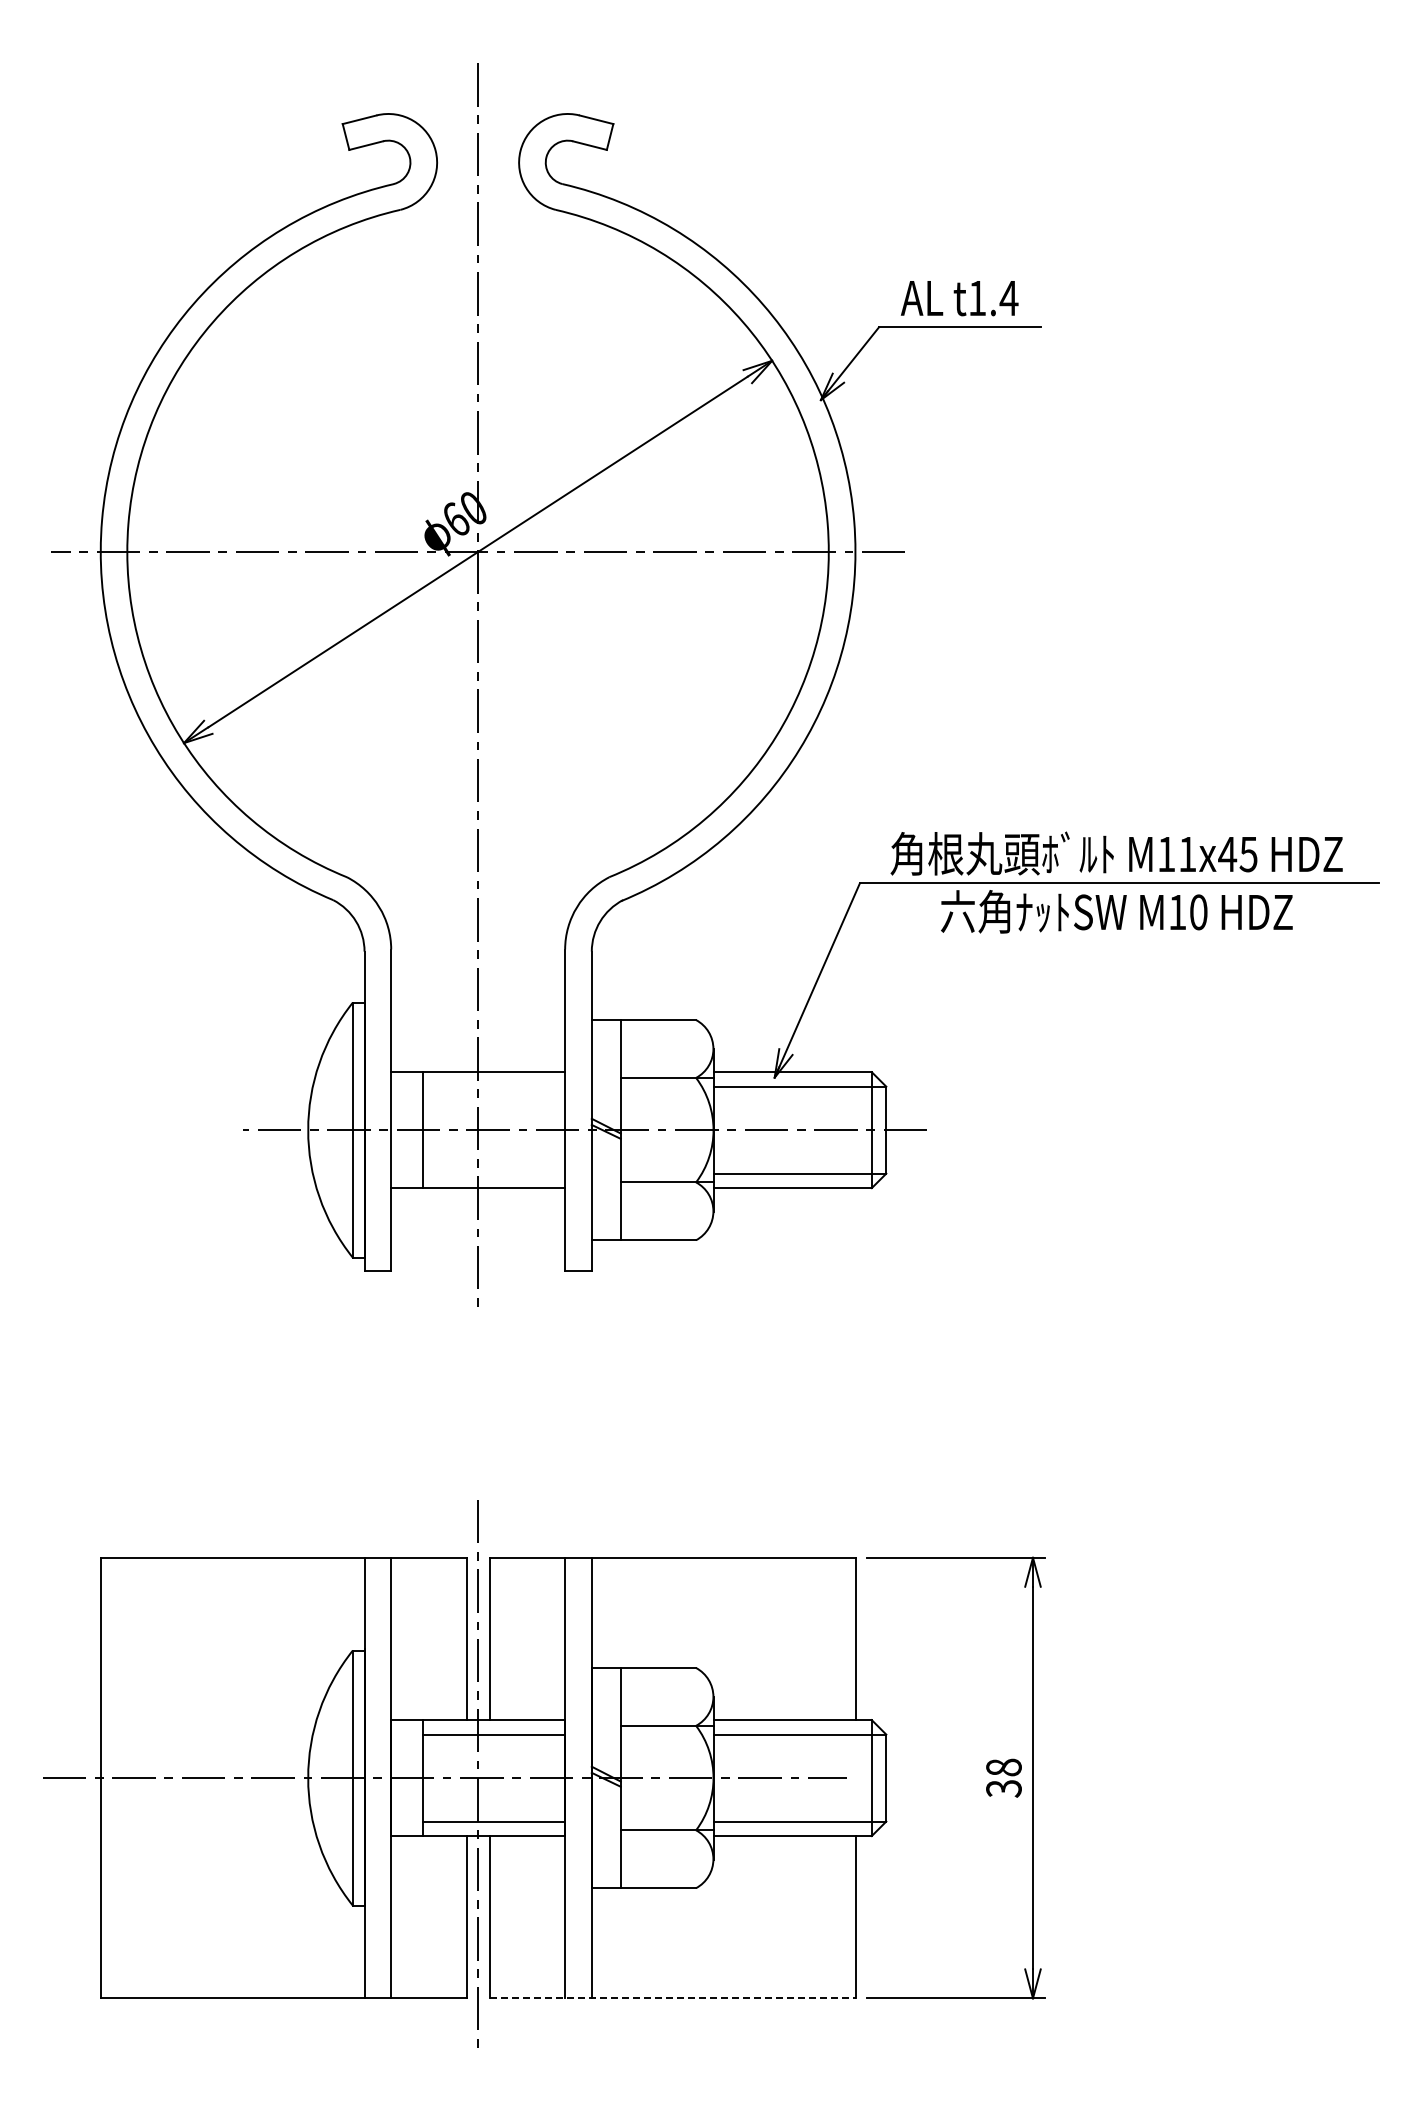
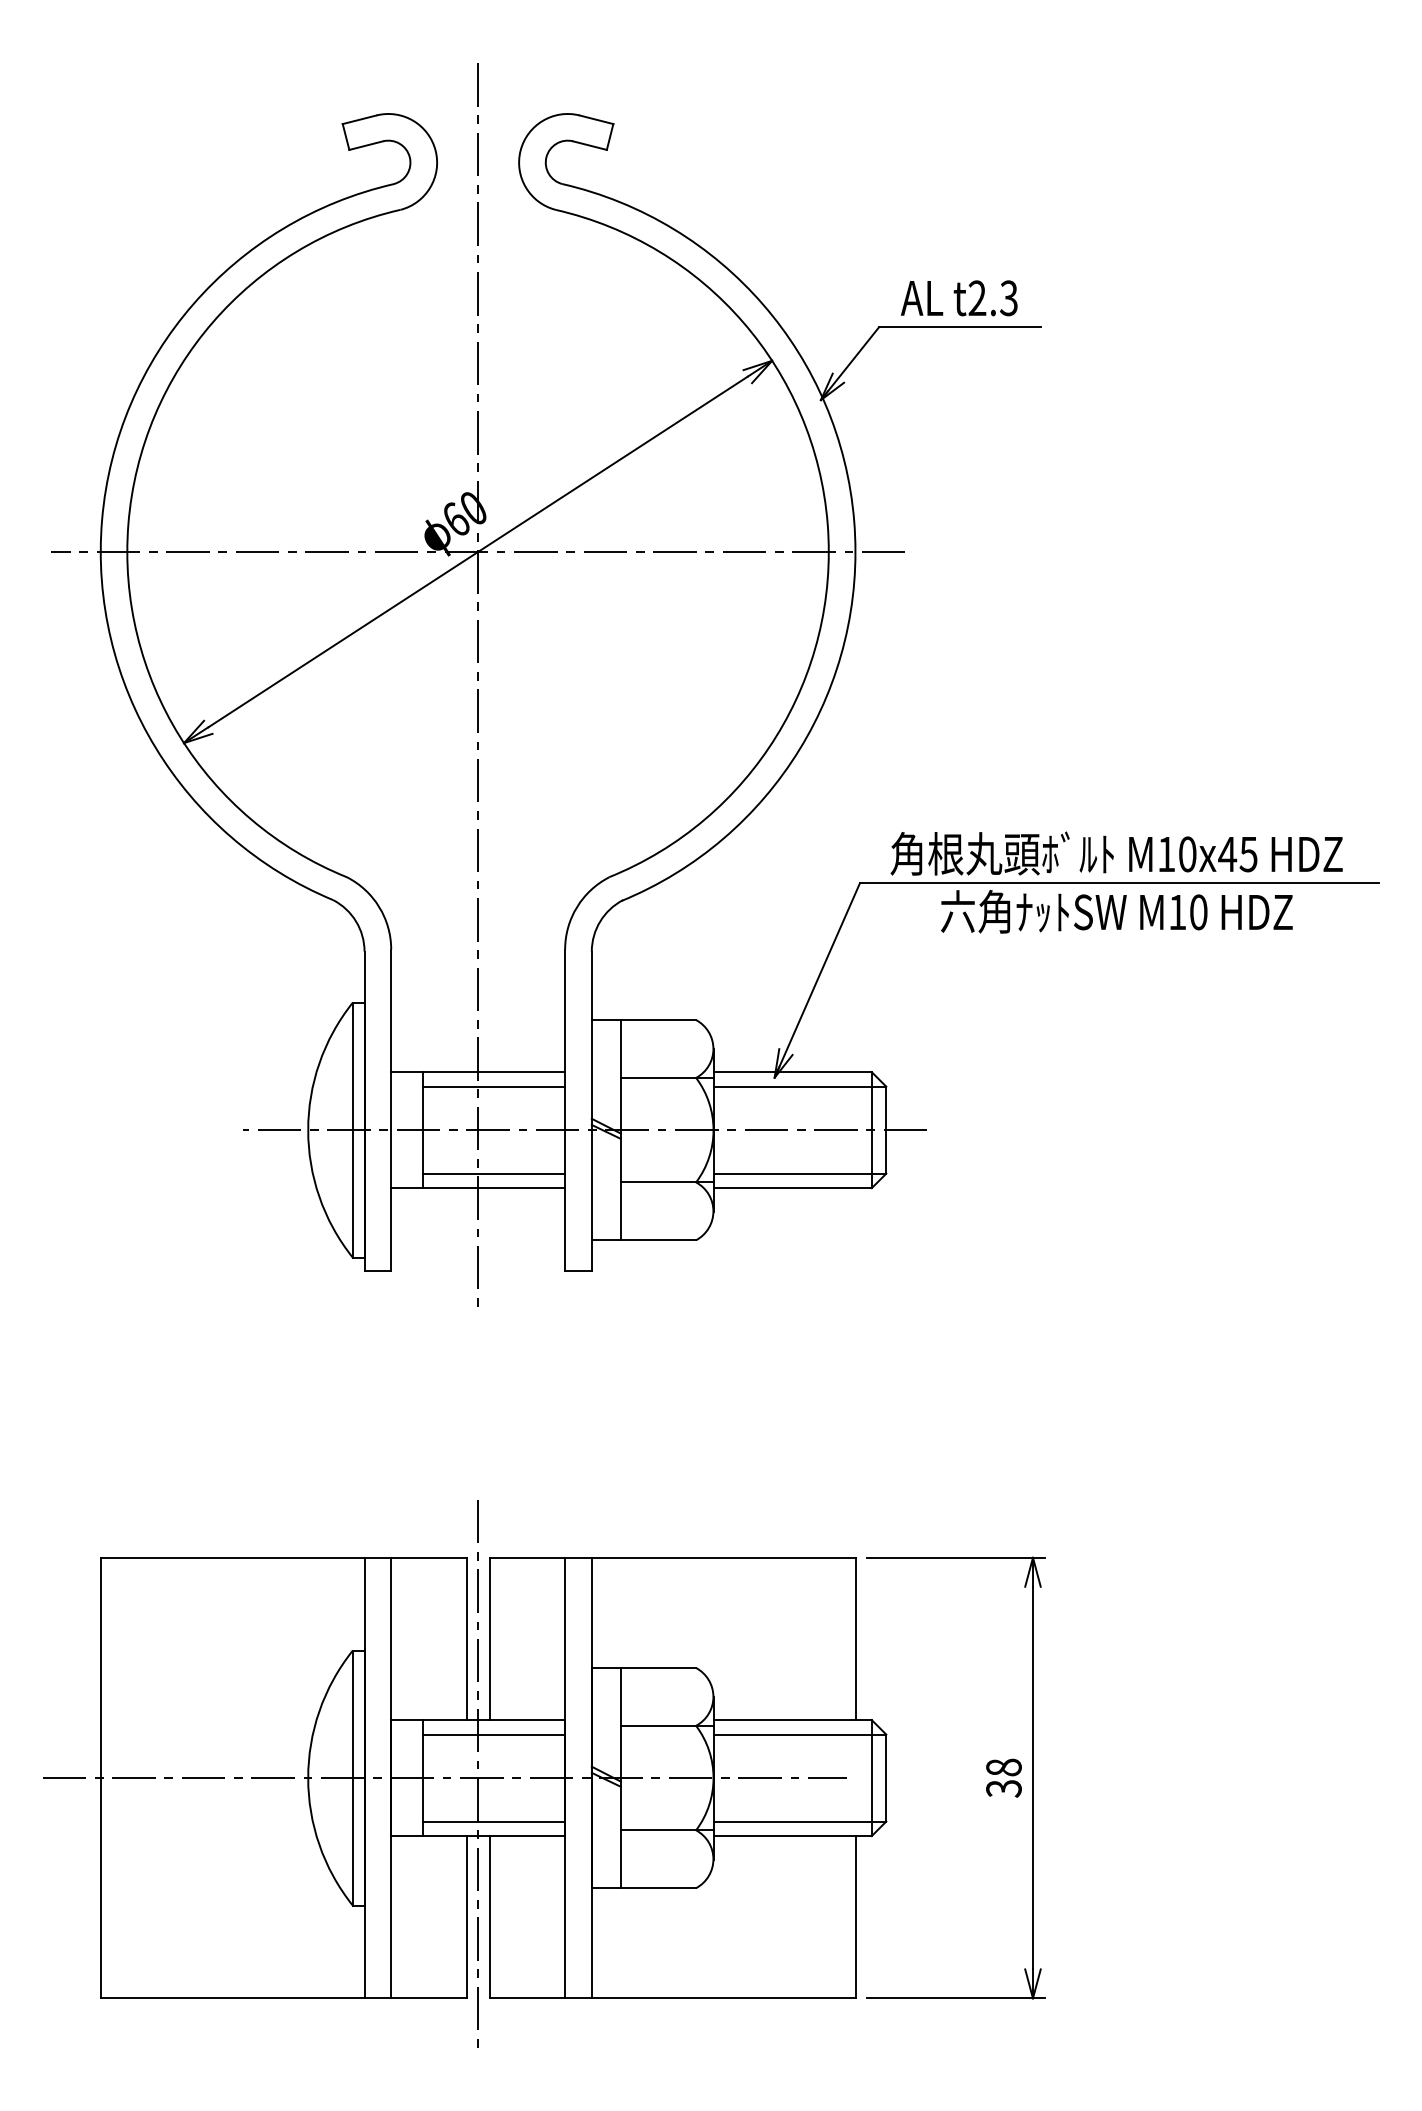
text at (993, 298): t1.4 -> t2.3
text at (1187, 854): M11x45 -> M10x45
line at (493, 1086): none -> present
line at (493, 1173): none -> present
line at (672, 1998): dashed -> solid
